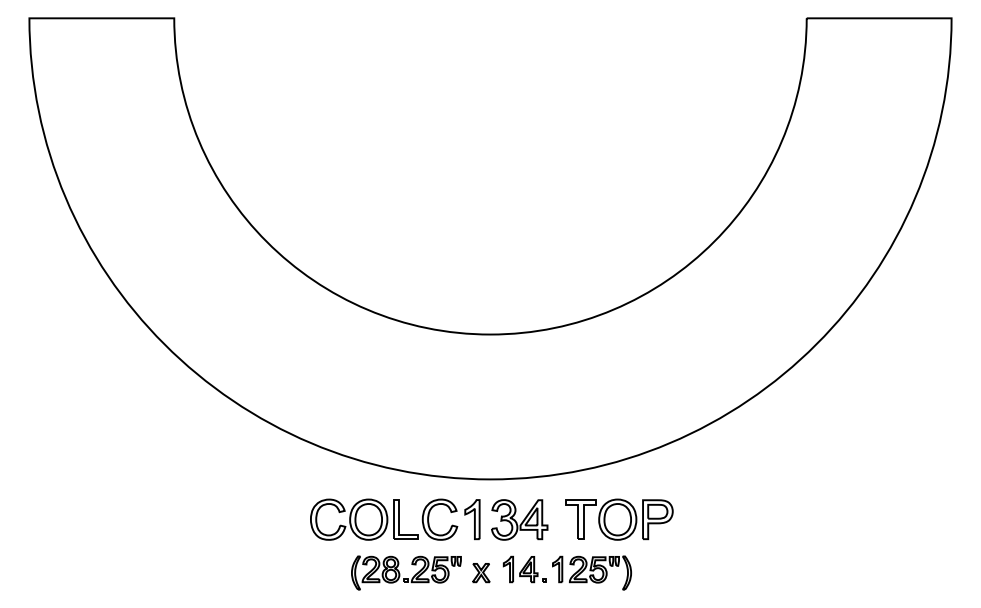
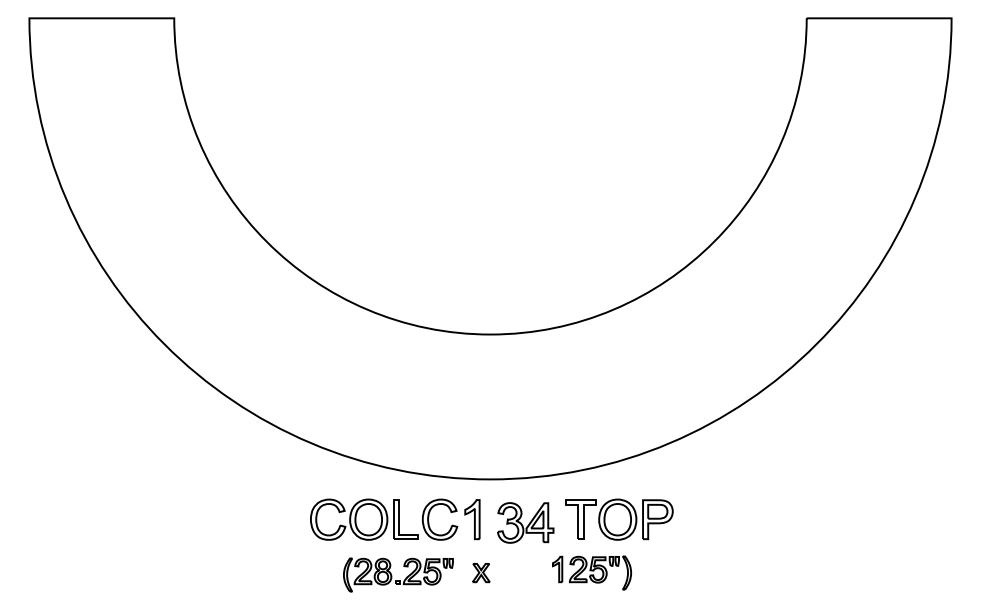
part at (519, 519) position: (519, 519) -> (525, 522)
part at (524, 569): present -> none
part at (406, 572) position: (406, 572) -> (398, 574)
